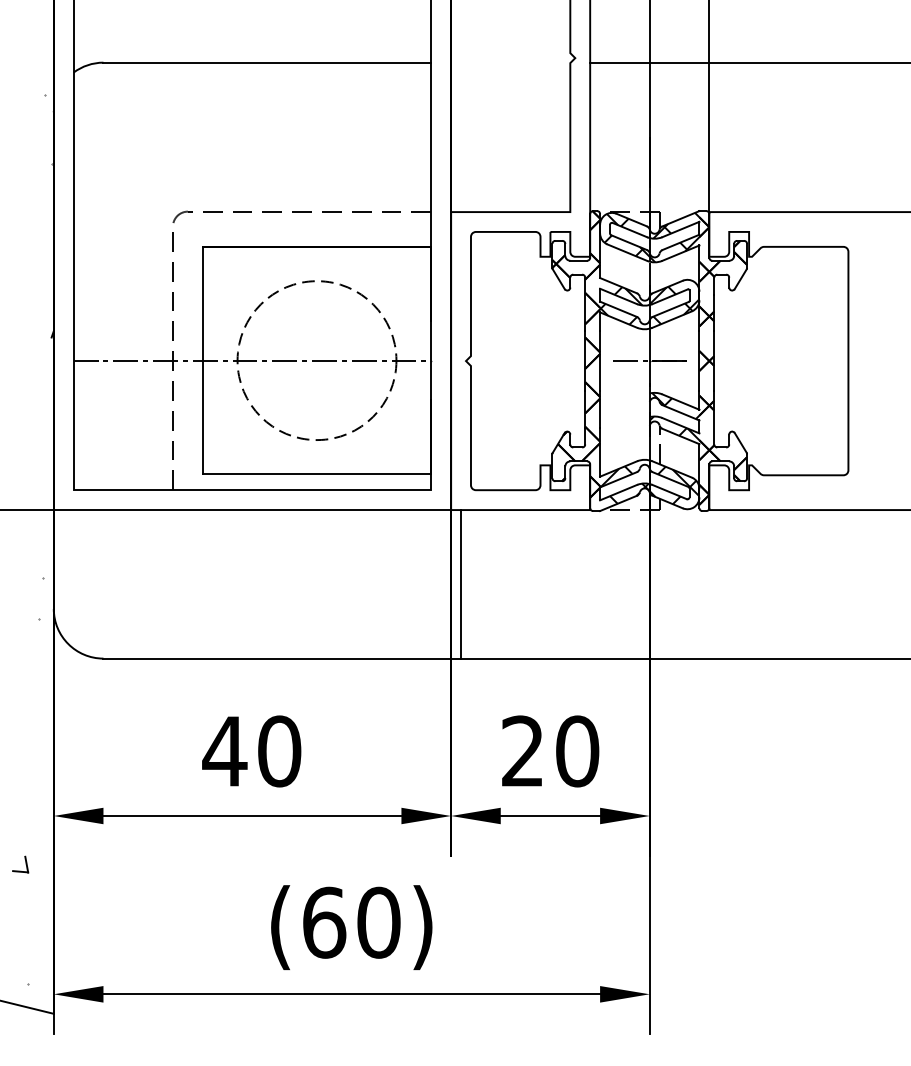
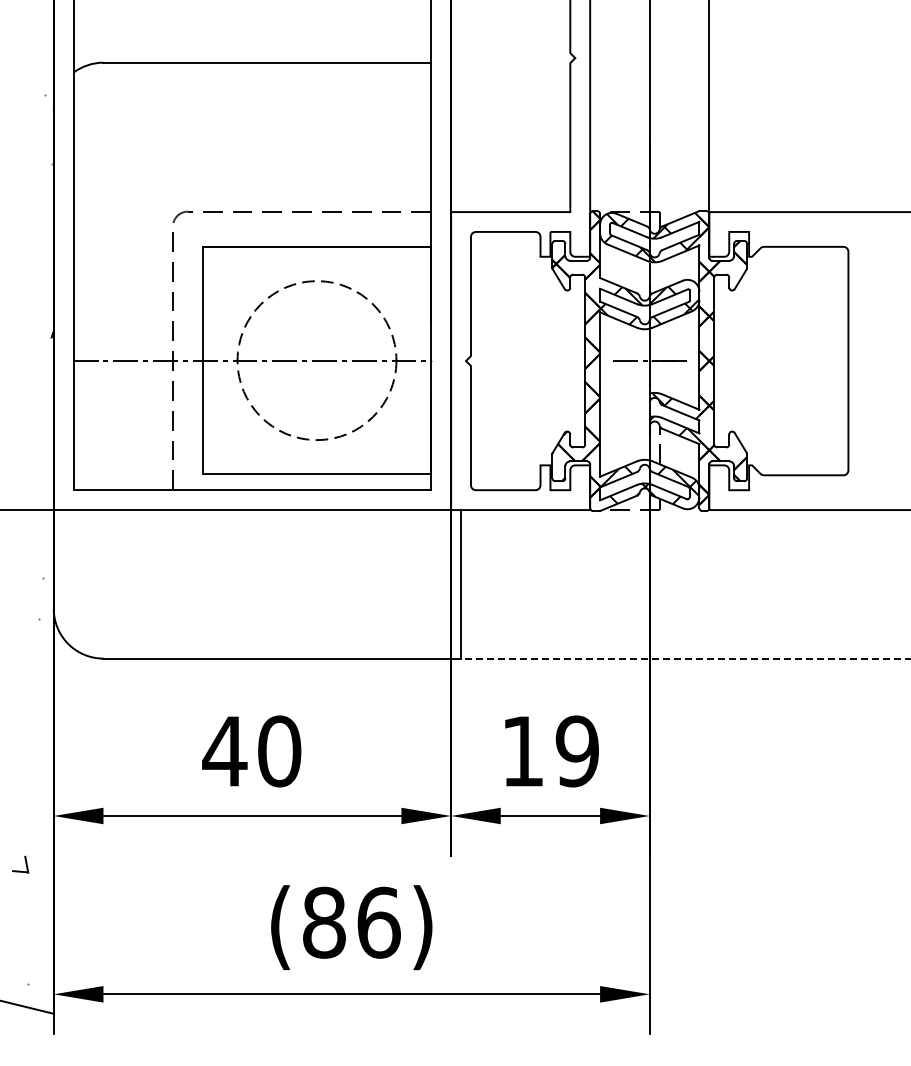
line at (748, 63): present -> none
line at (685, 658): solid -> dashed
text at (550, 751): 20 -> 19
text at (351, 922): (60) -> (86)
